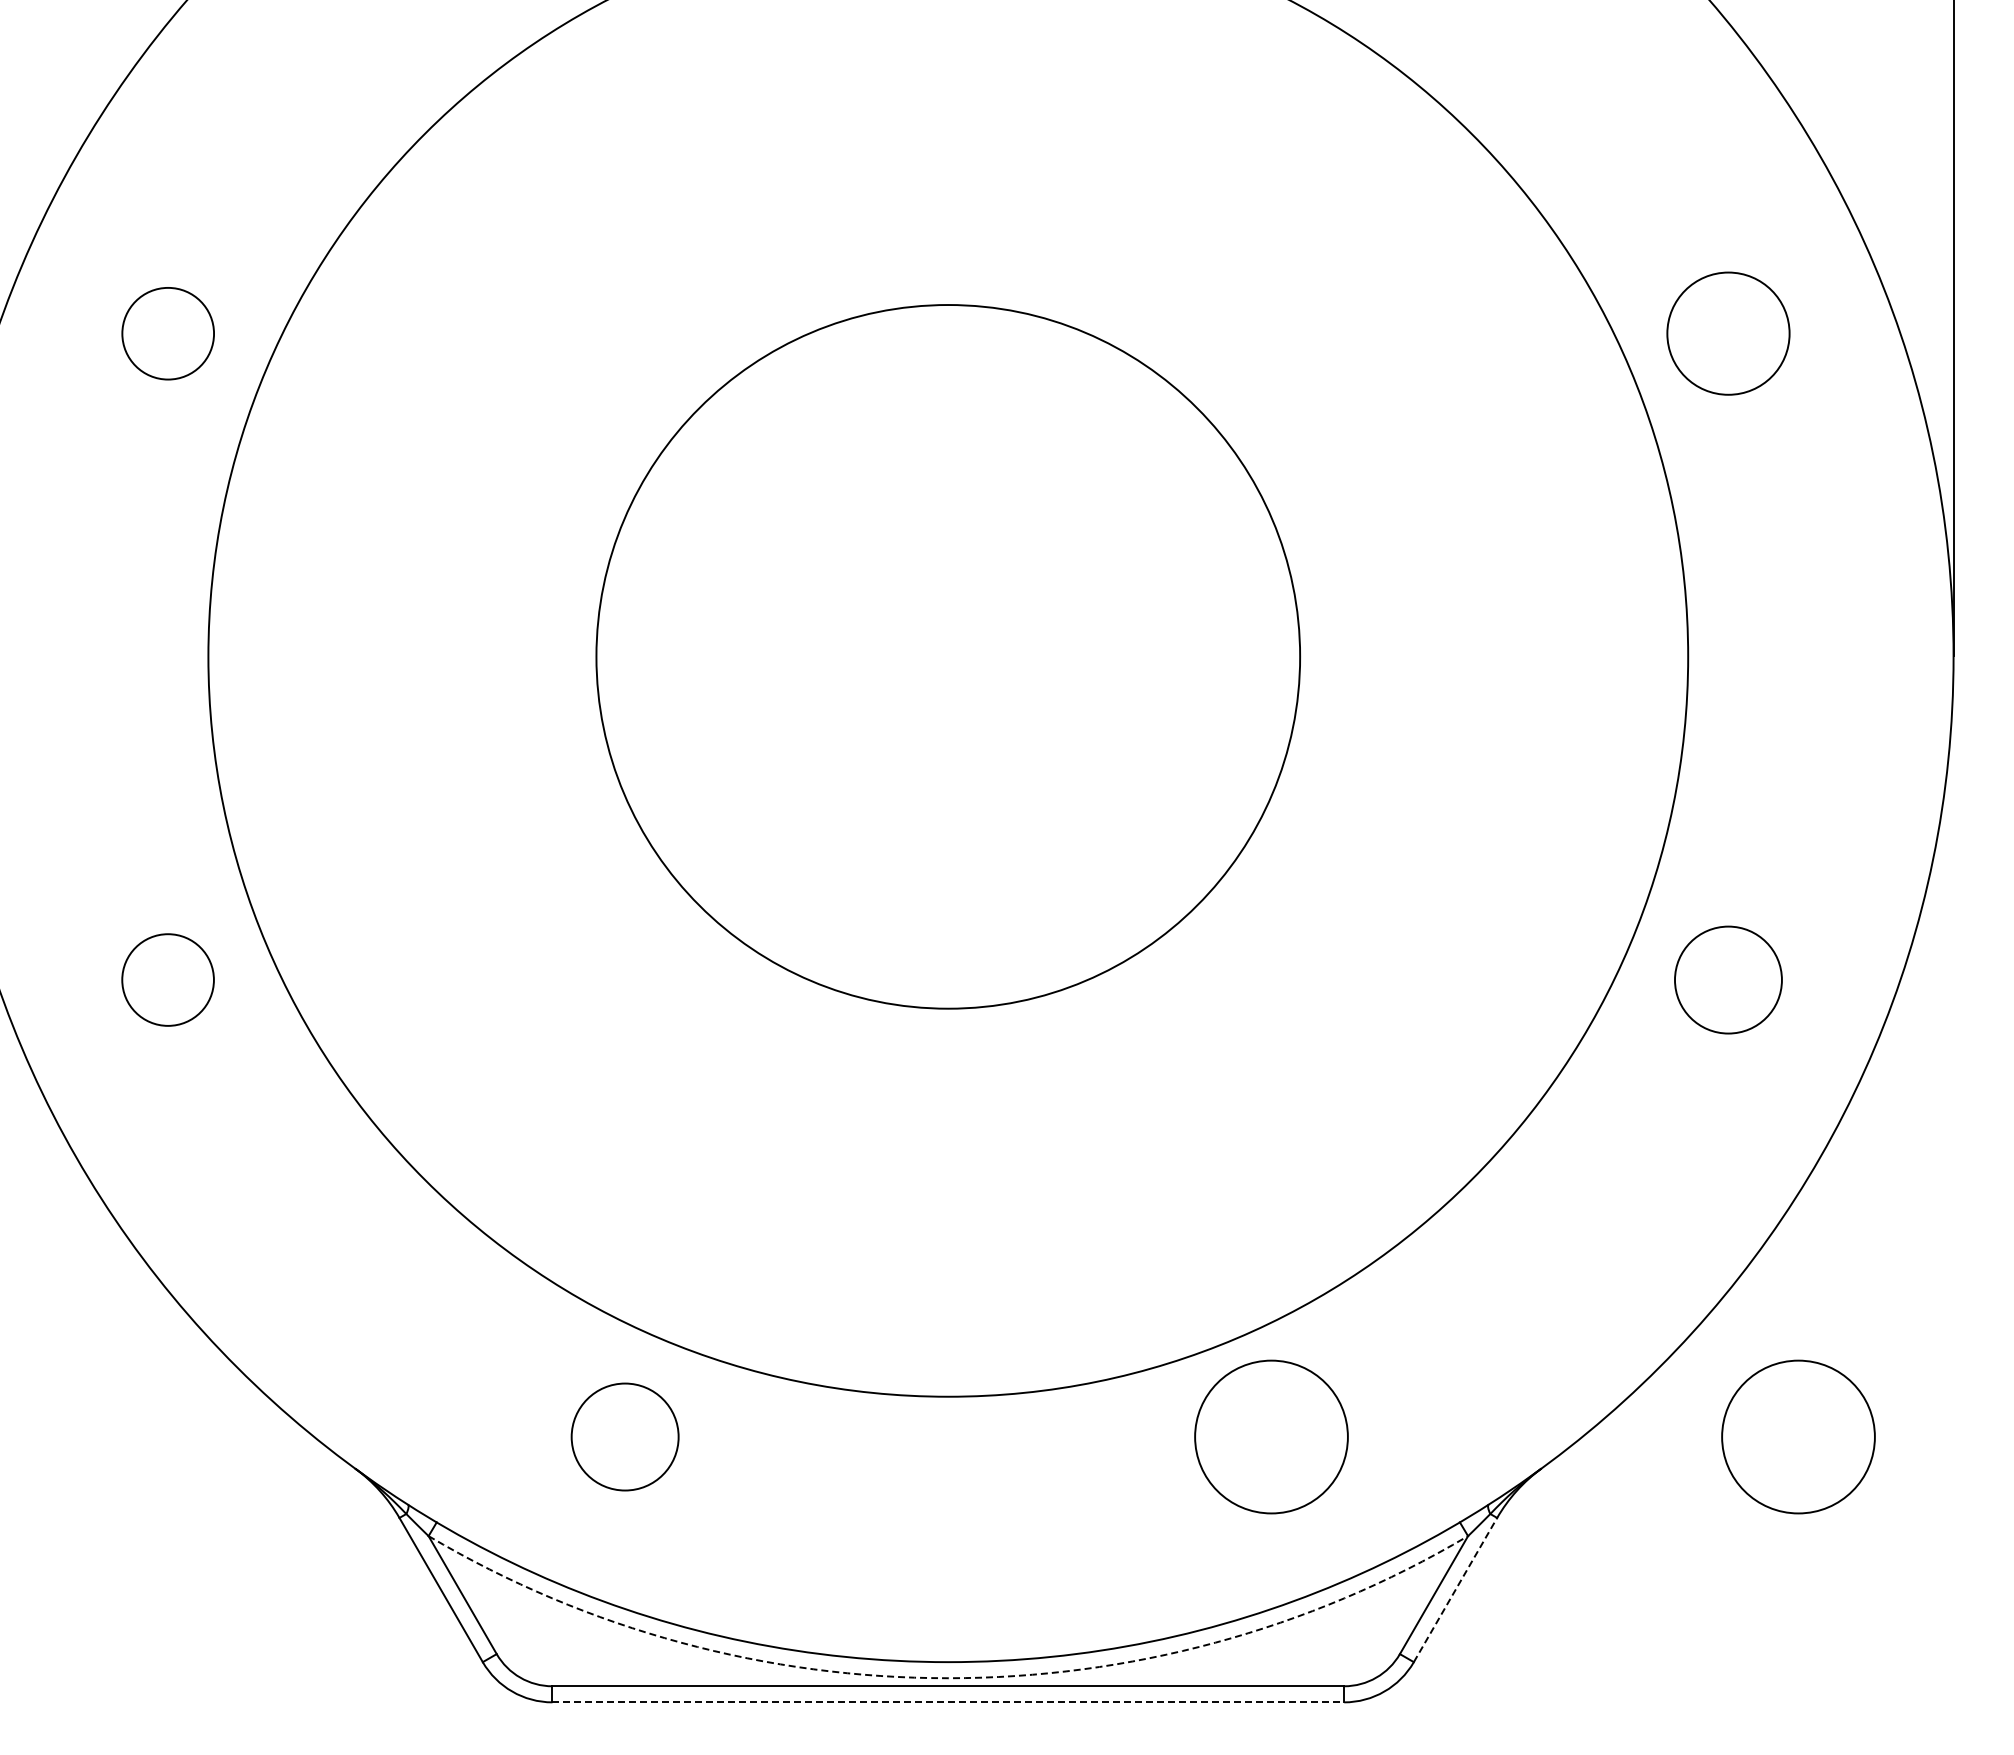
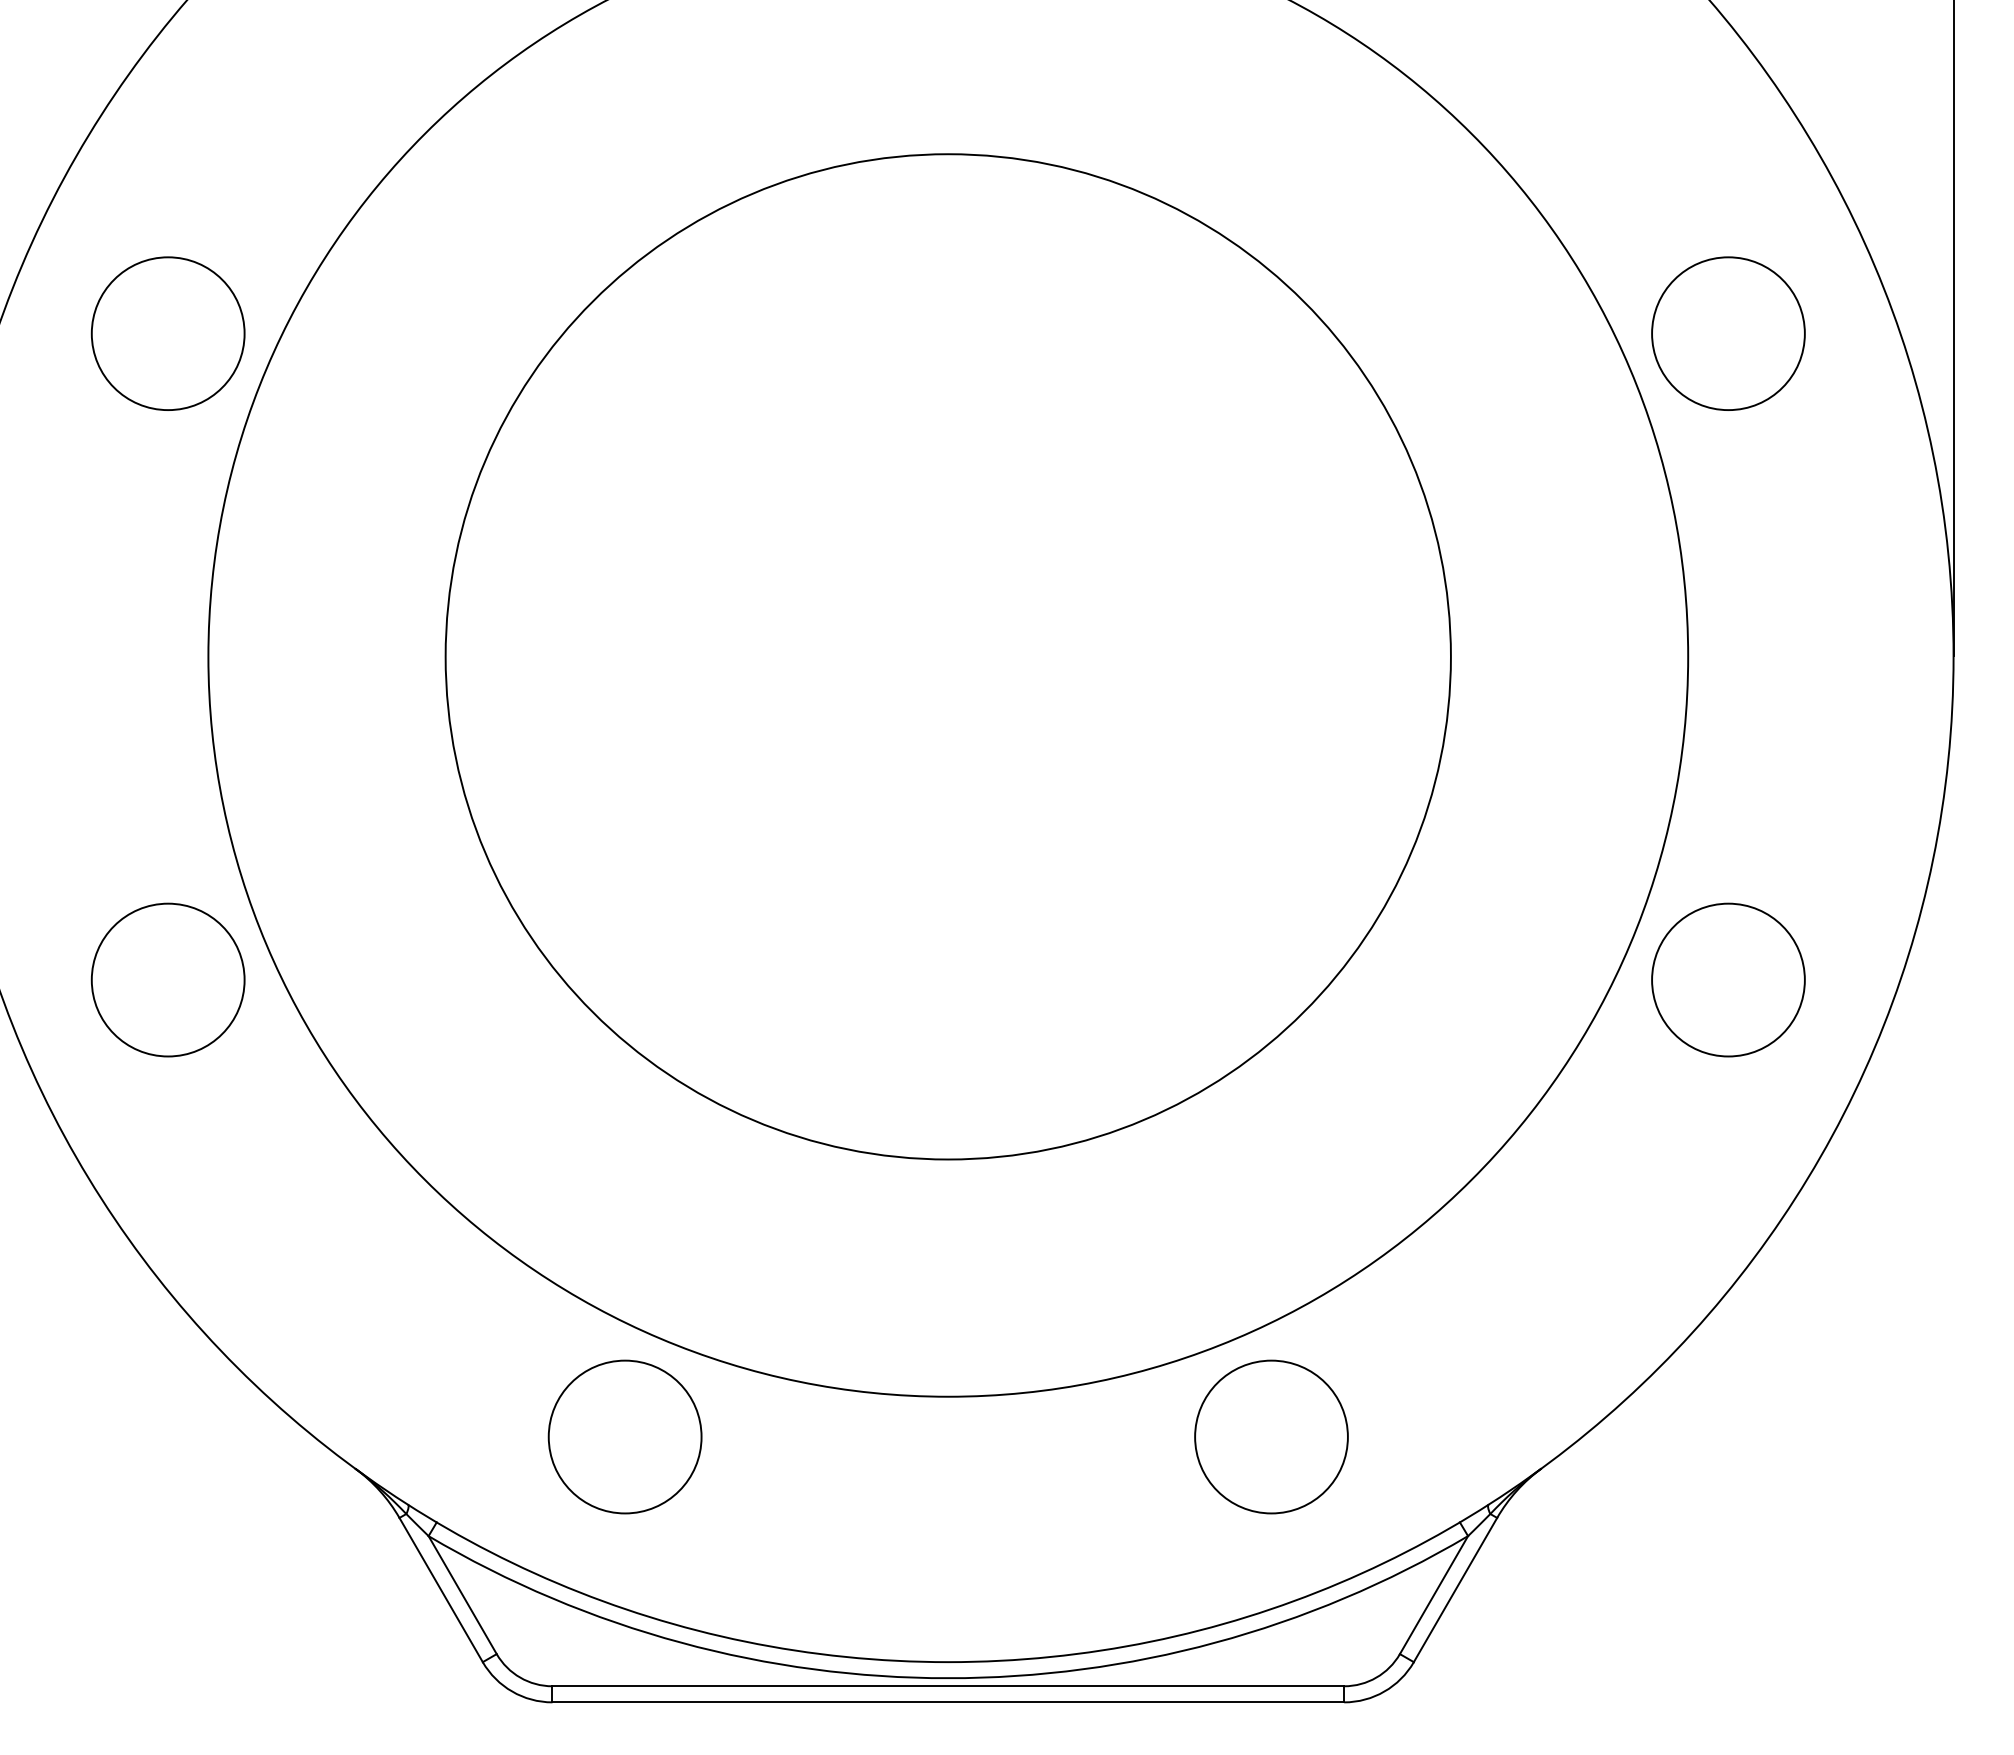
circle at (168, 333) diameter: 92 px -> 153 px
circle at (1728, 333) size: 125x125 px -> 155x155 px
circle at (948, 656) diameter: 704 px -> 1005 px
circle at (167, 979) size: 94x94 px -> 156x156 px
circle at (1727, 979) diameter: 107 px -> 153 px
circle at (624, 1436) diameter: 107 px -> 153 px
circle at (1798, 1436): present -> none
line at (1455, 1589): dashed -> solid
arc at (948, 1678): dashed -> solid
line at (948, 1702): dashed -> solid
